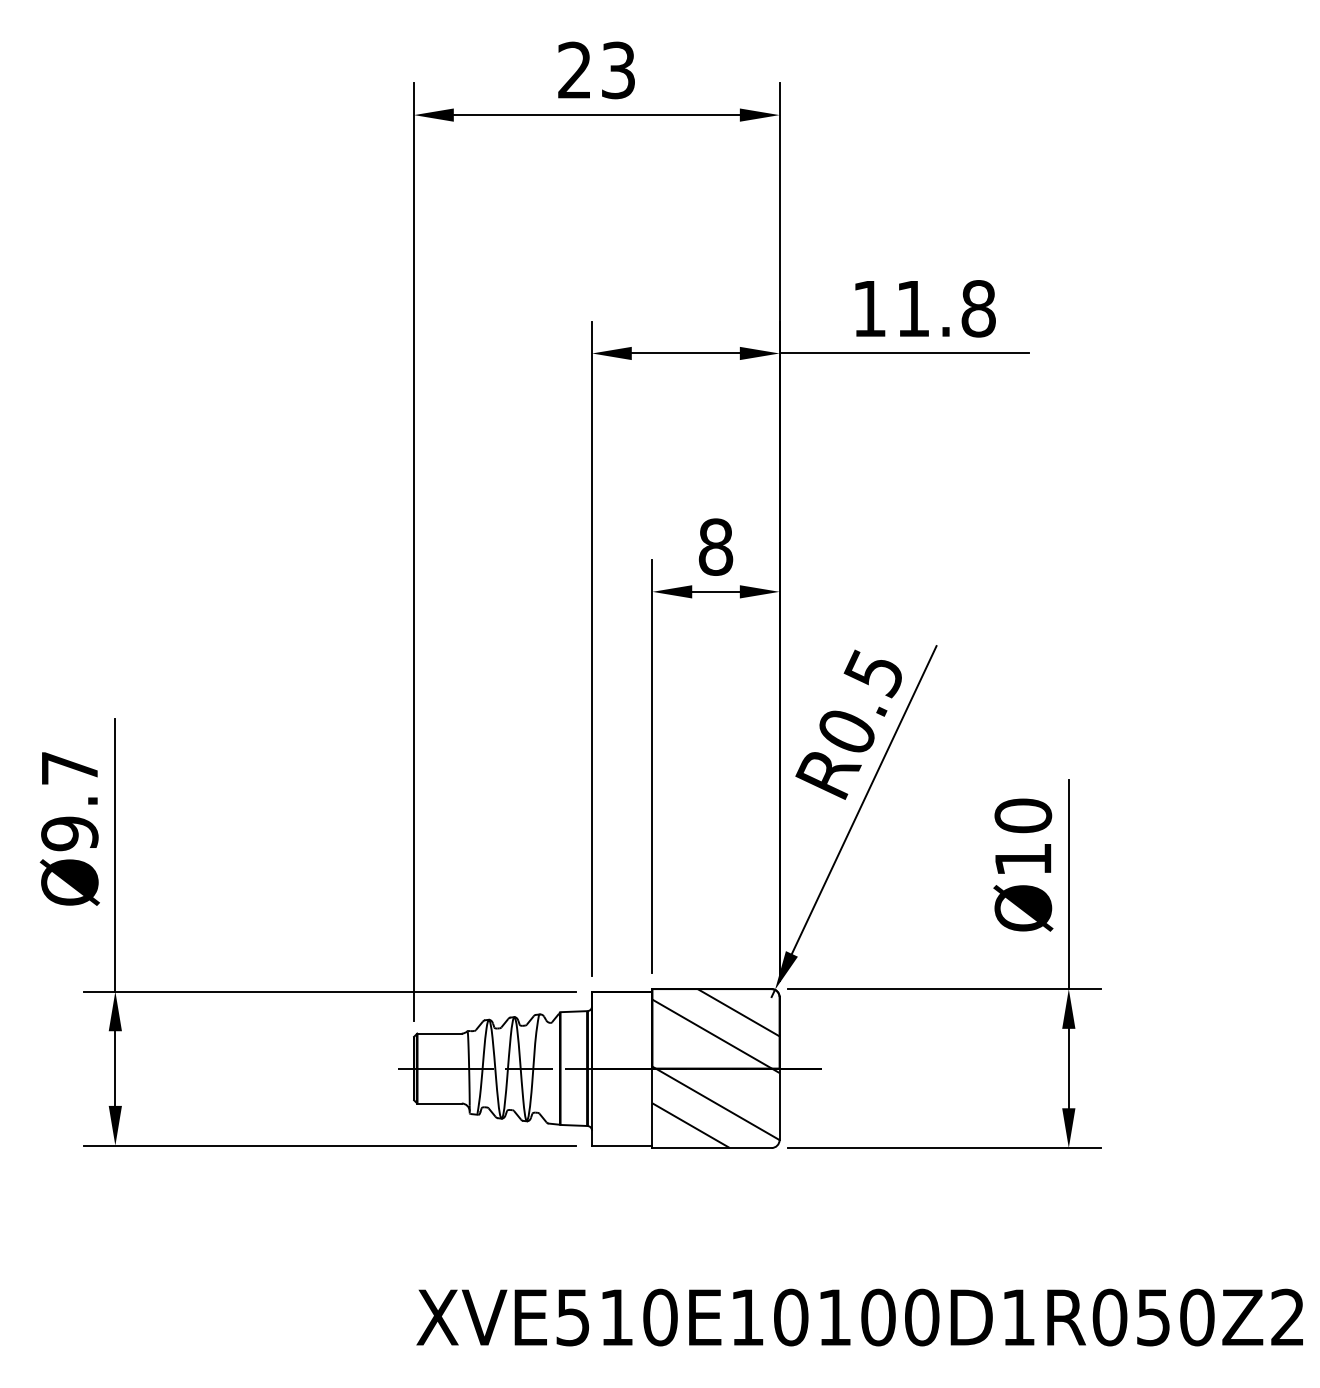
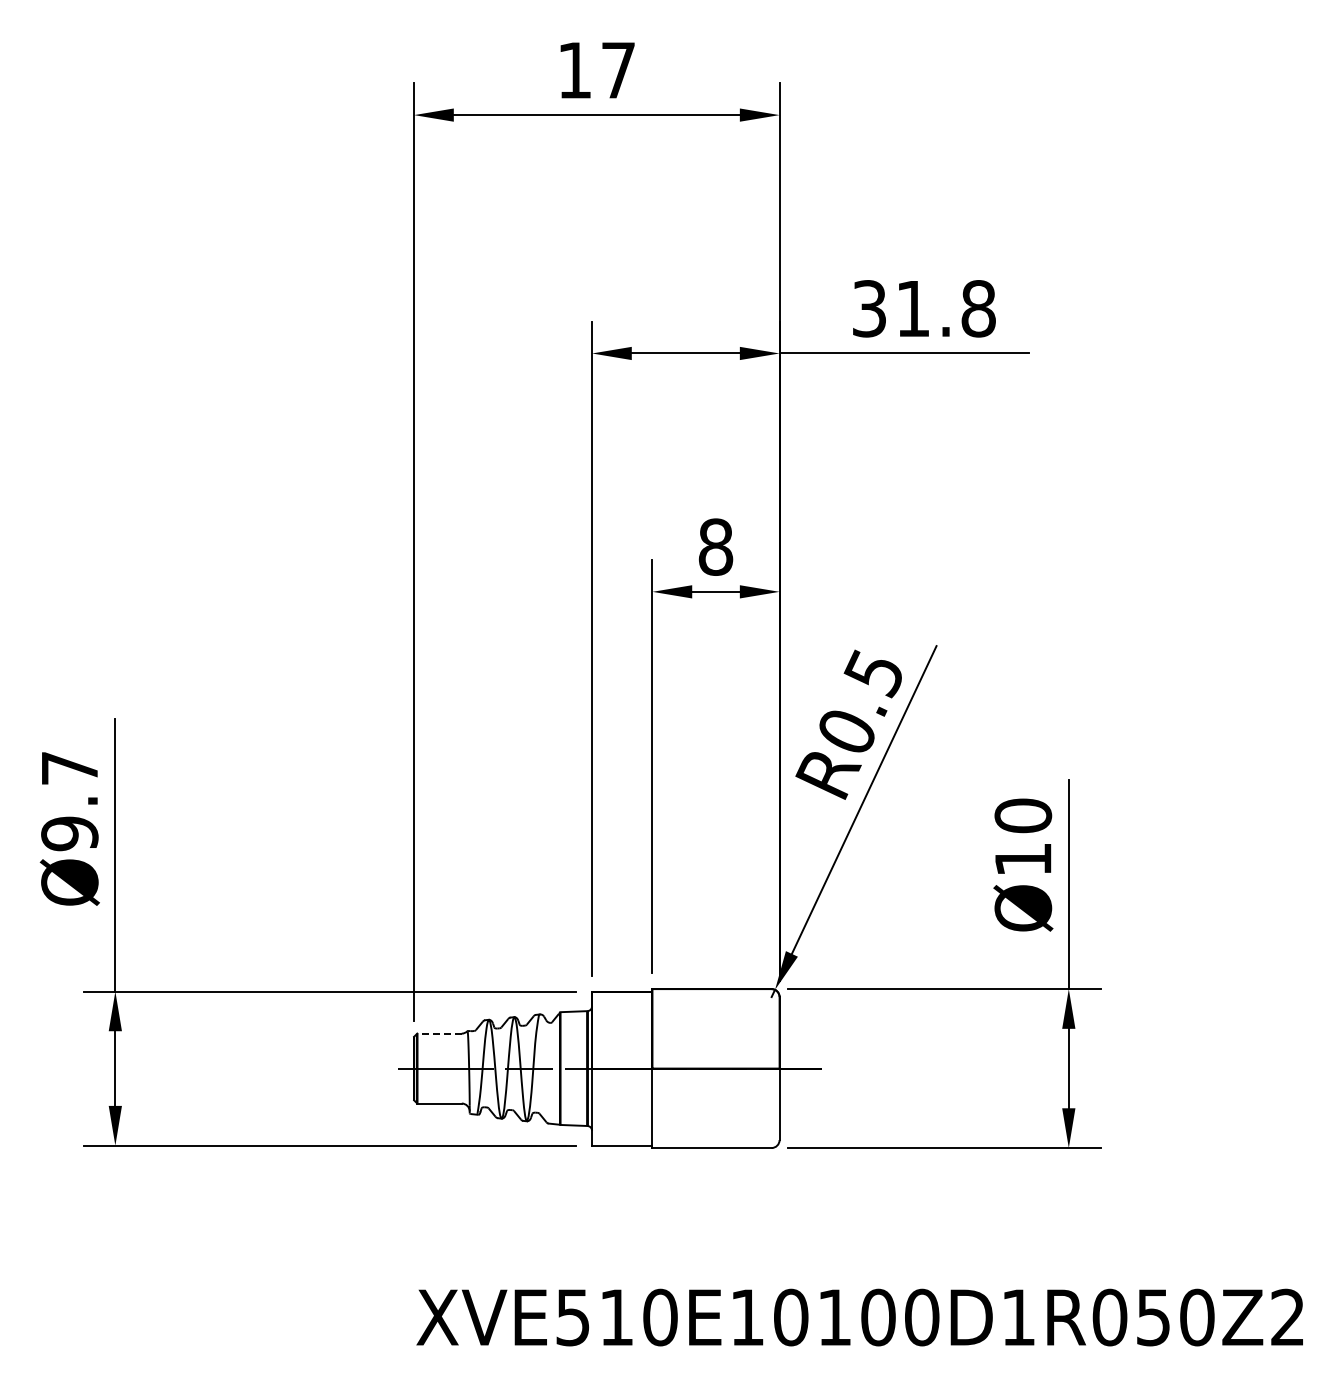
text at (596, 70): 23 -> 17
text at (869, 308): 11.8 -> 31.8
line at (439, 1033): solid -> dashed
hatch at (715, 1068): present -> none
